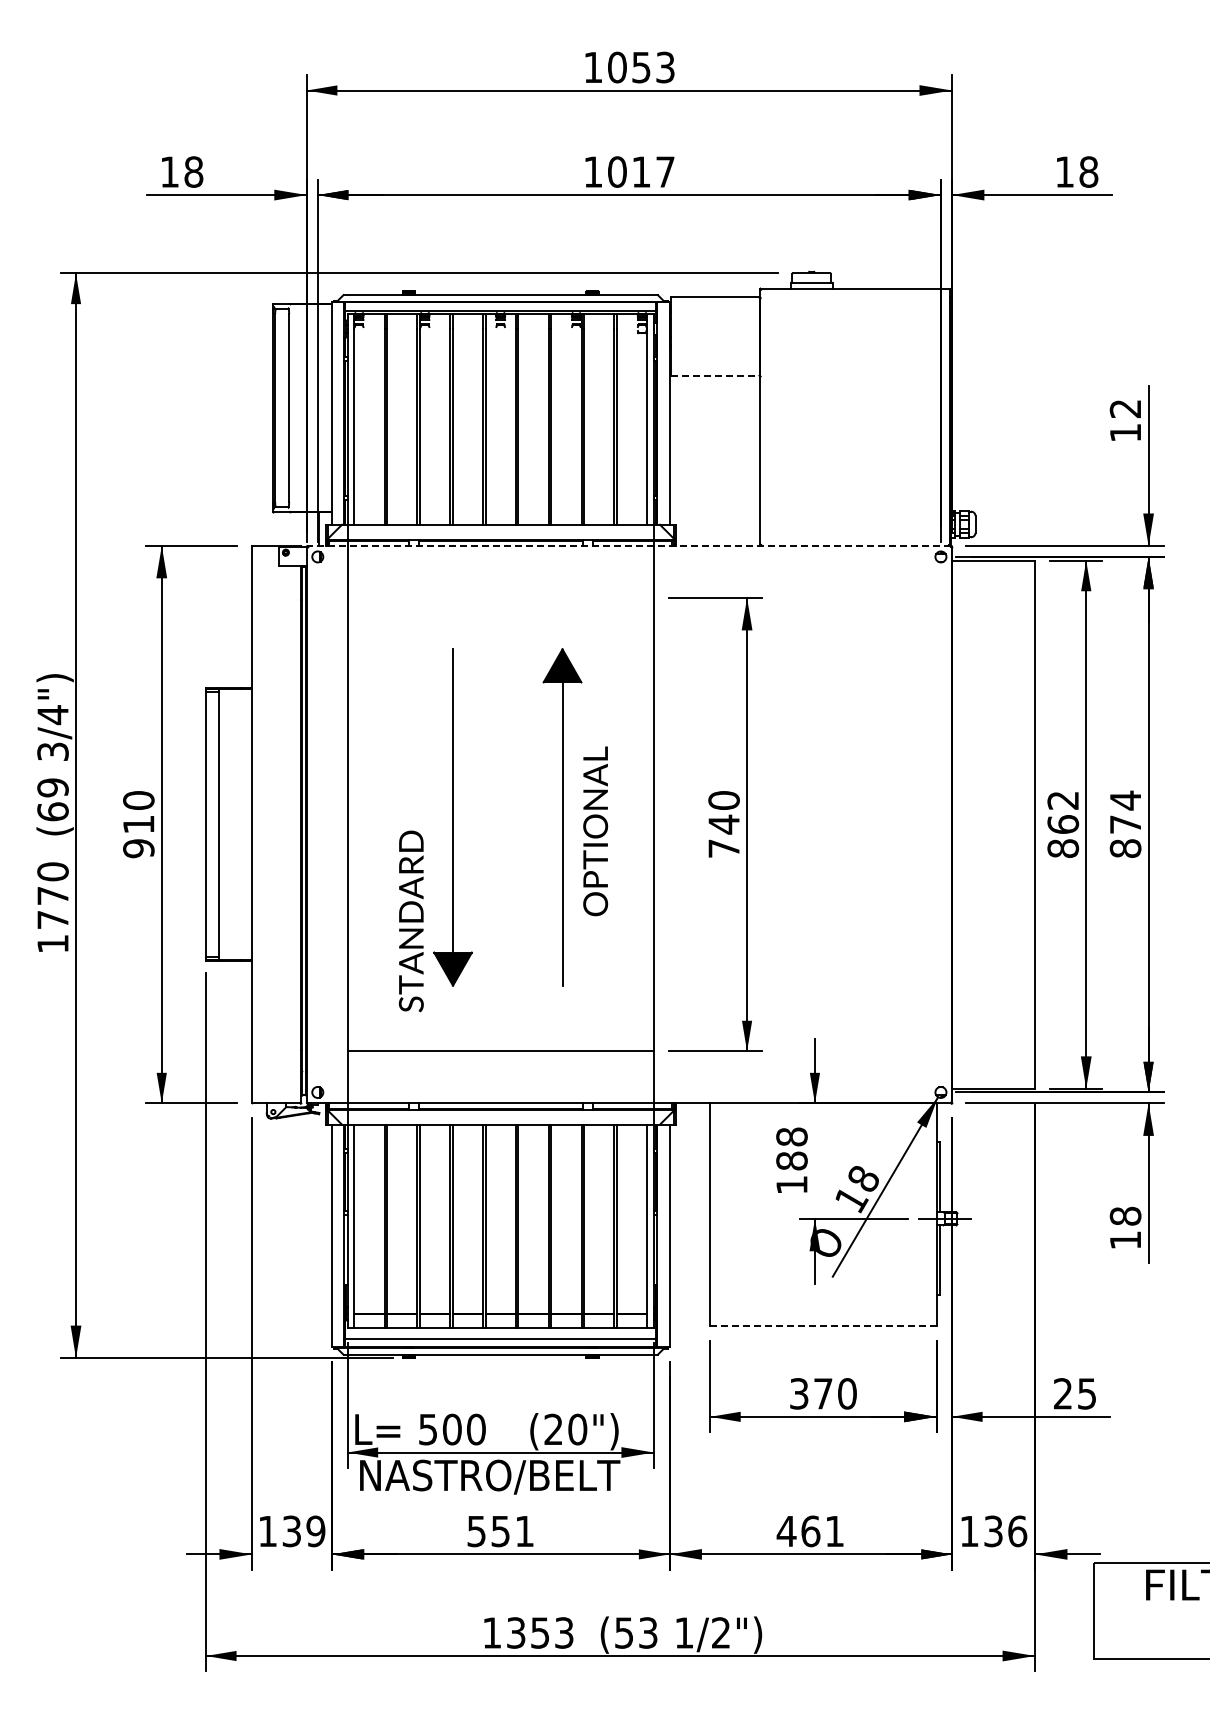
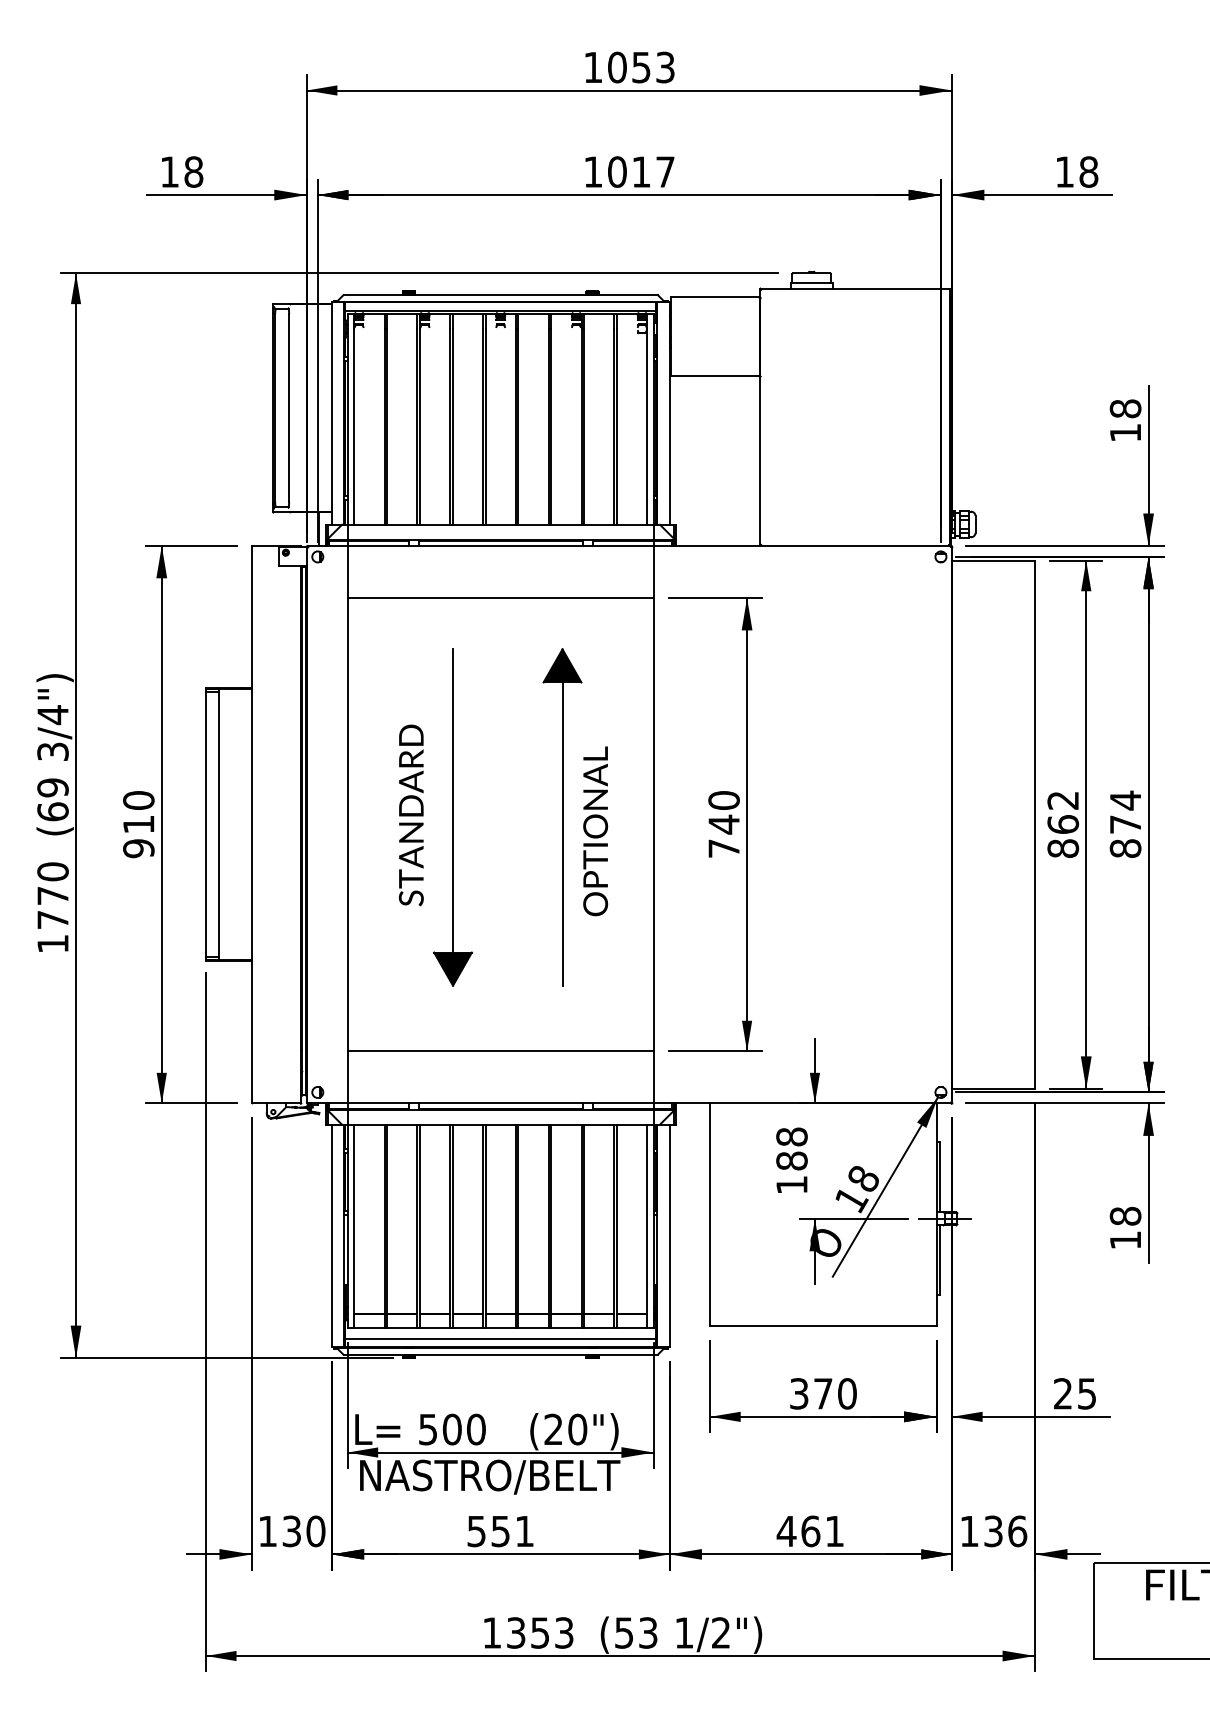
line at (715, 376): dashed -> solid
text at (1125, 408): 12 -> 18
line at (629, 545): dashed -> solid
line at (500, 597): none -> present
text at (410, 921) position: (410, 921) -> (410, 815)
line at (822, 1325): dashed -> solid
text at (315, 1531): 139 -> 130
